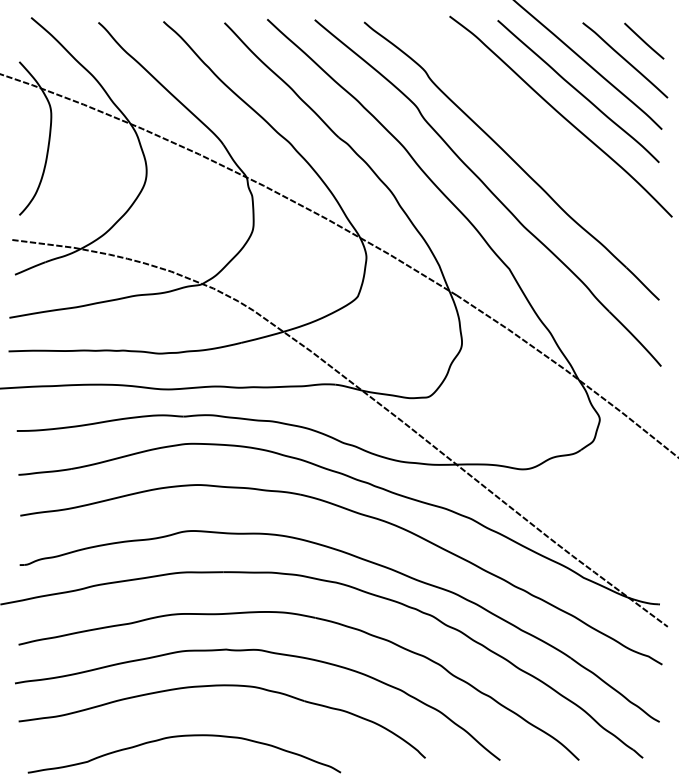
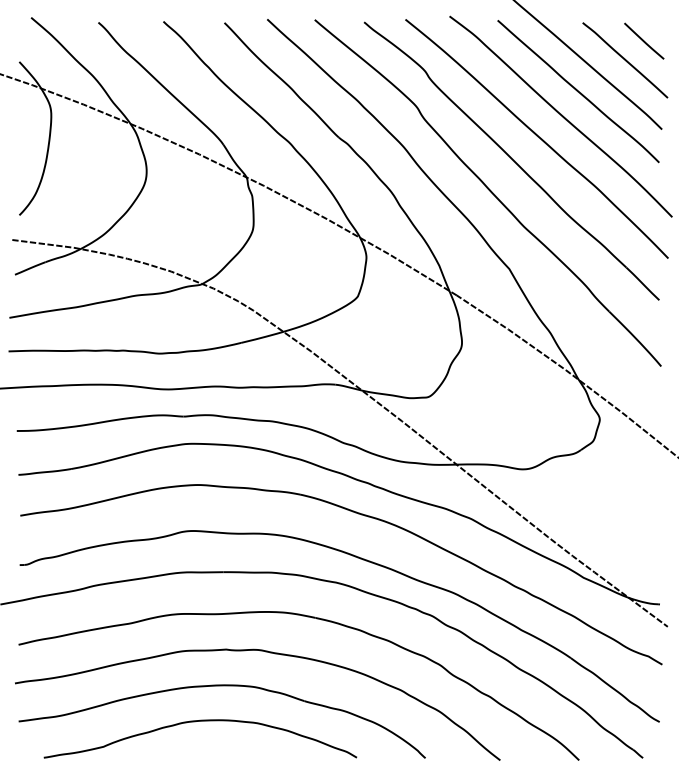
curve at (537, 137): none -> present
curve at (179, 737) position: (179, 737) -> (195, 722)
